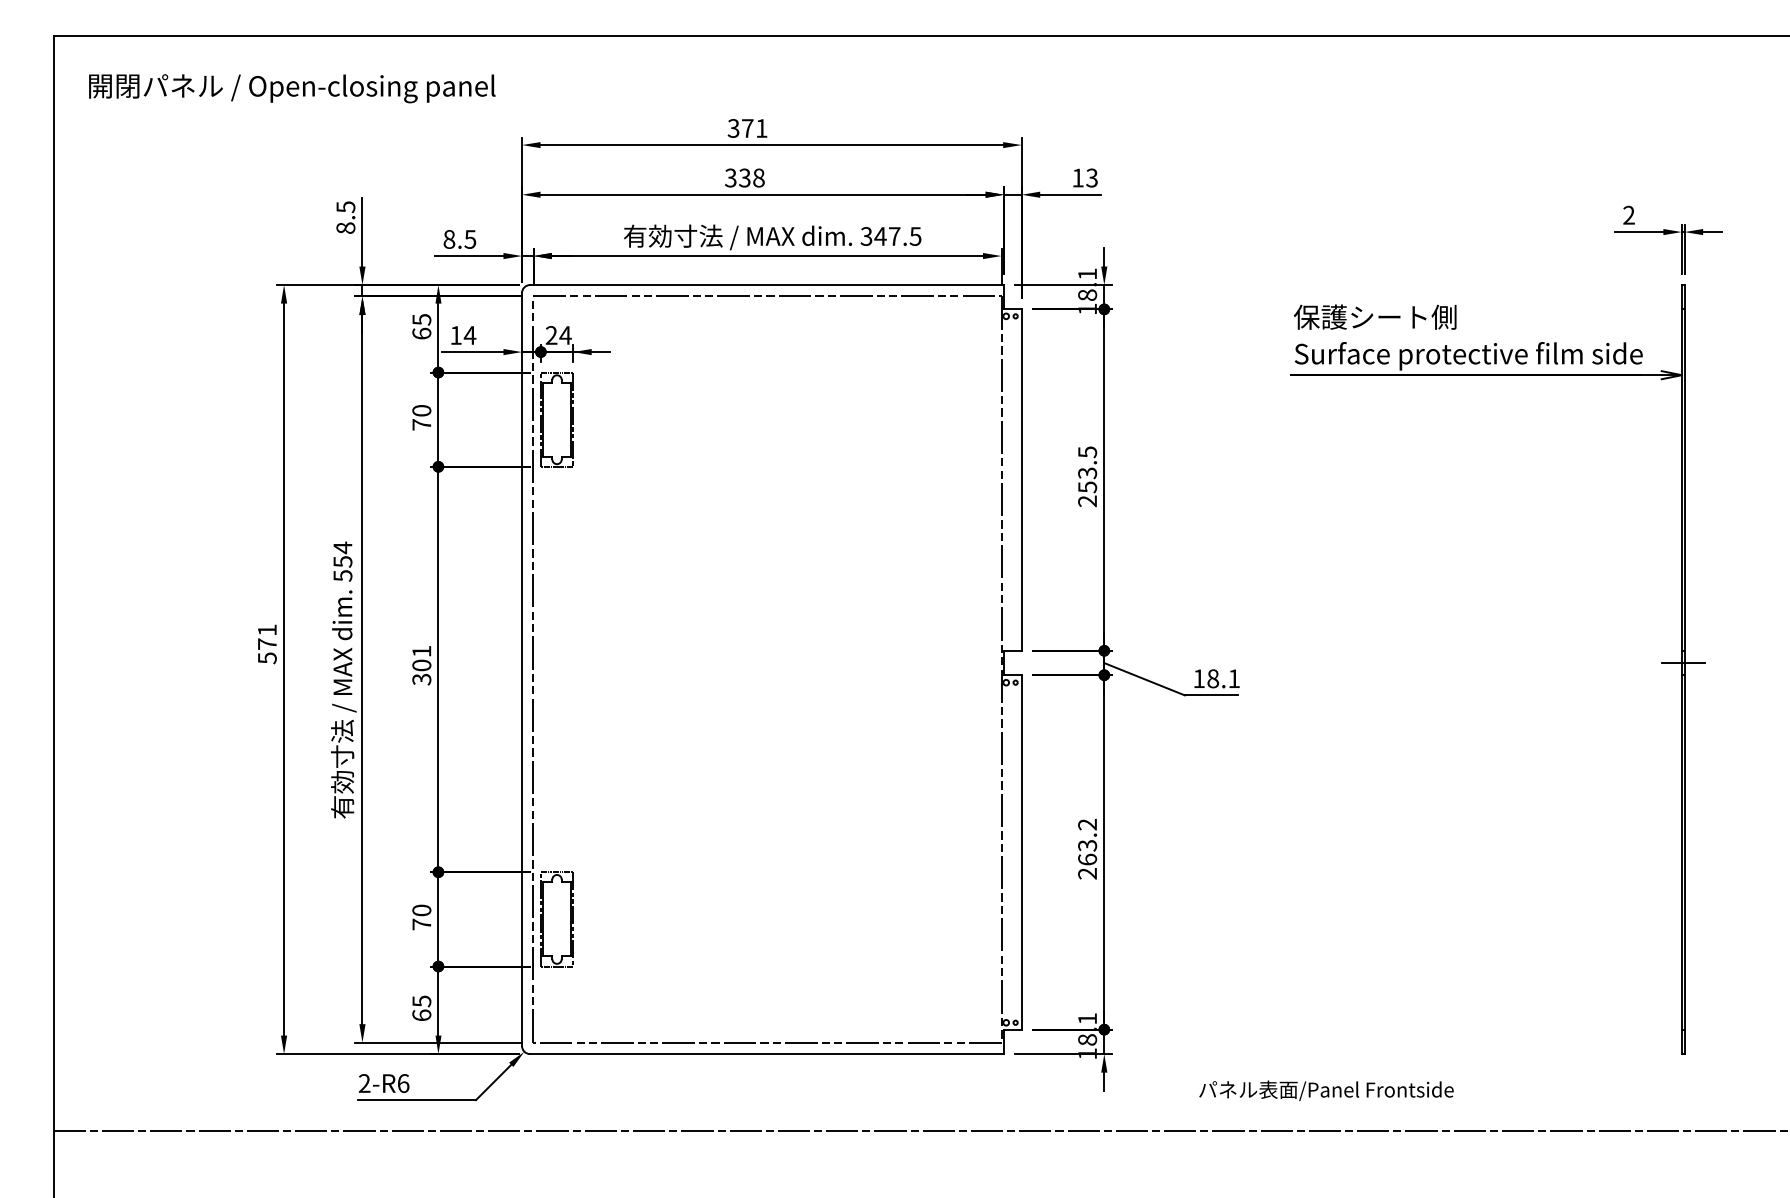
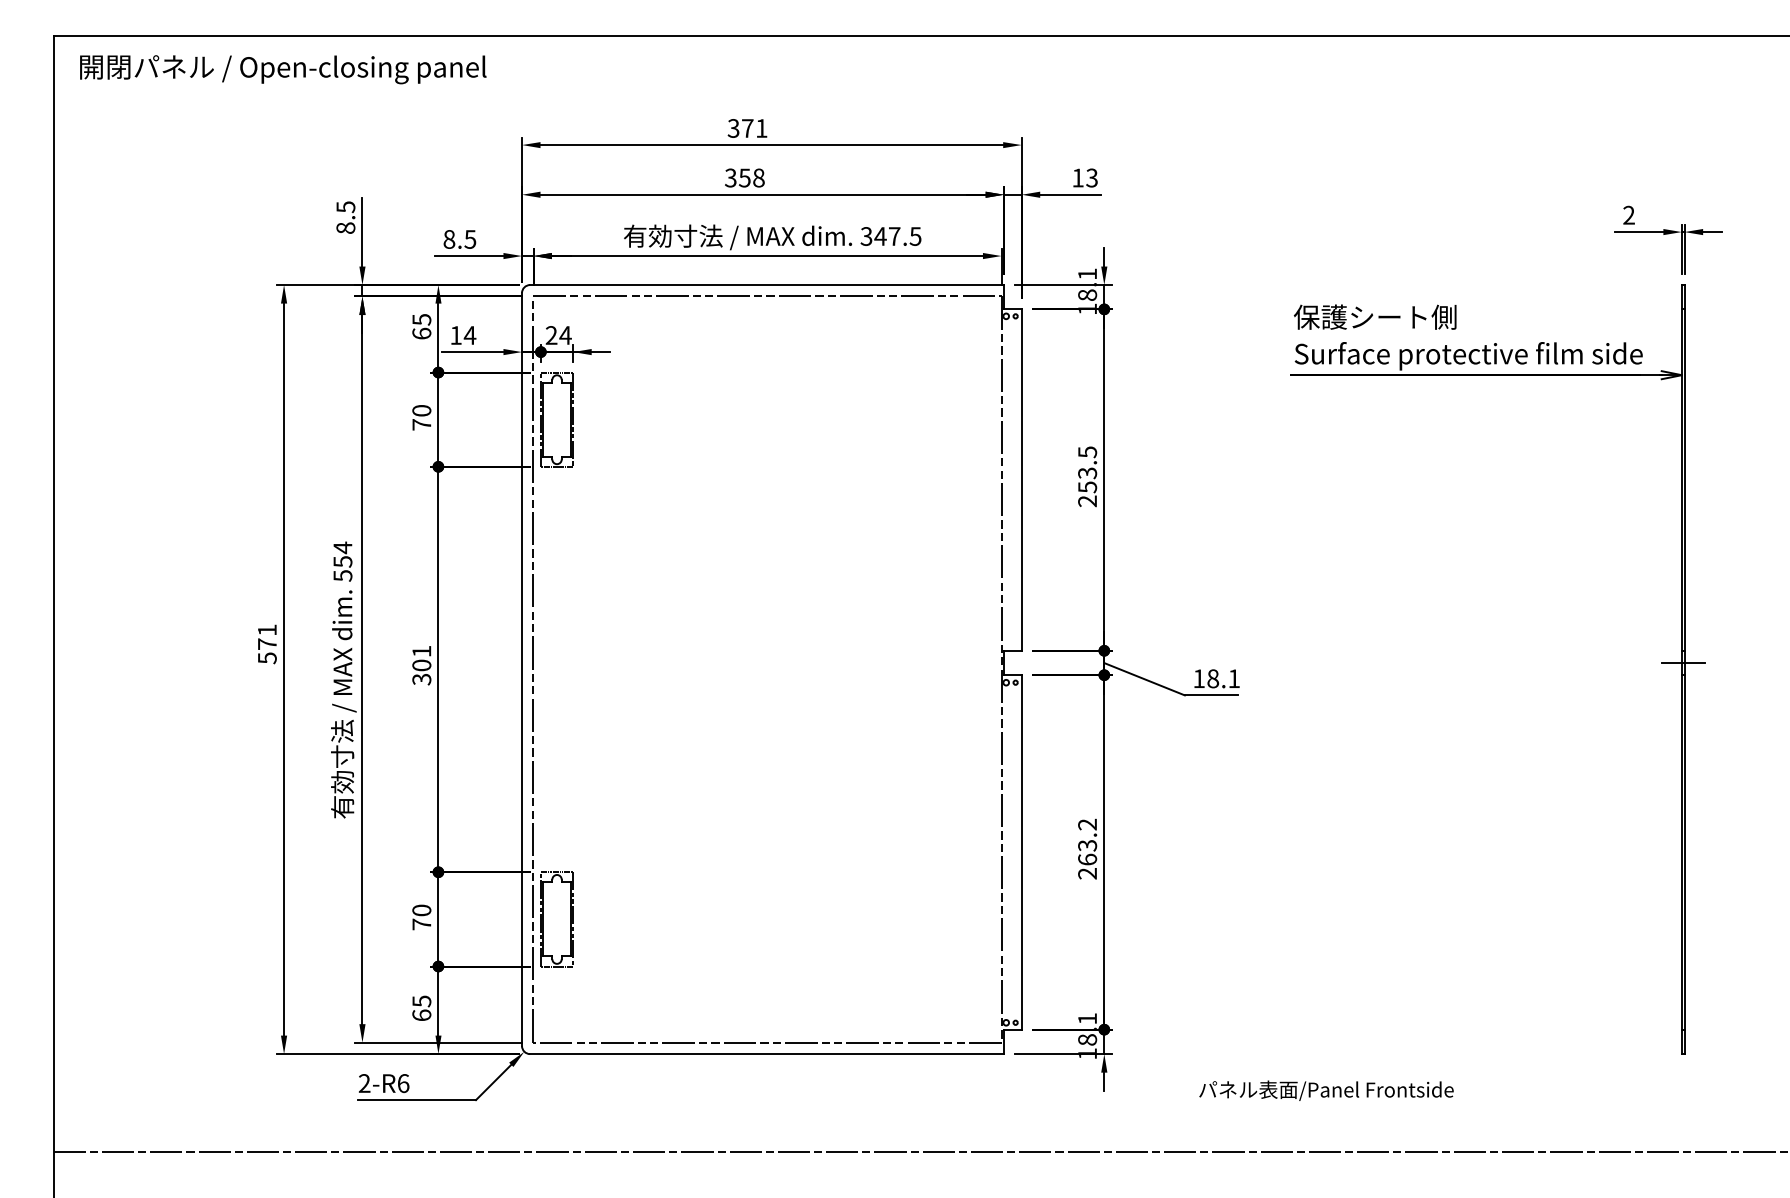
text at (292, 88) position: (292, 88) -> (283, 69)
text at (744, 177): 338 -> 358
line at (919, 1130) position: (919, 1130) -> (919, 1151)
